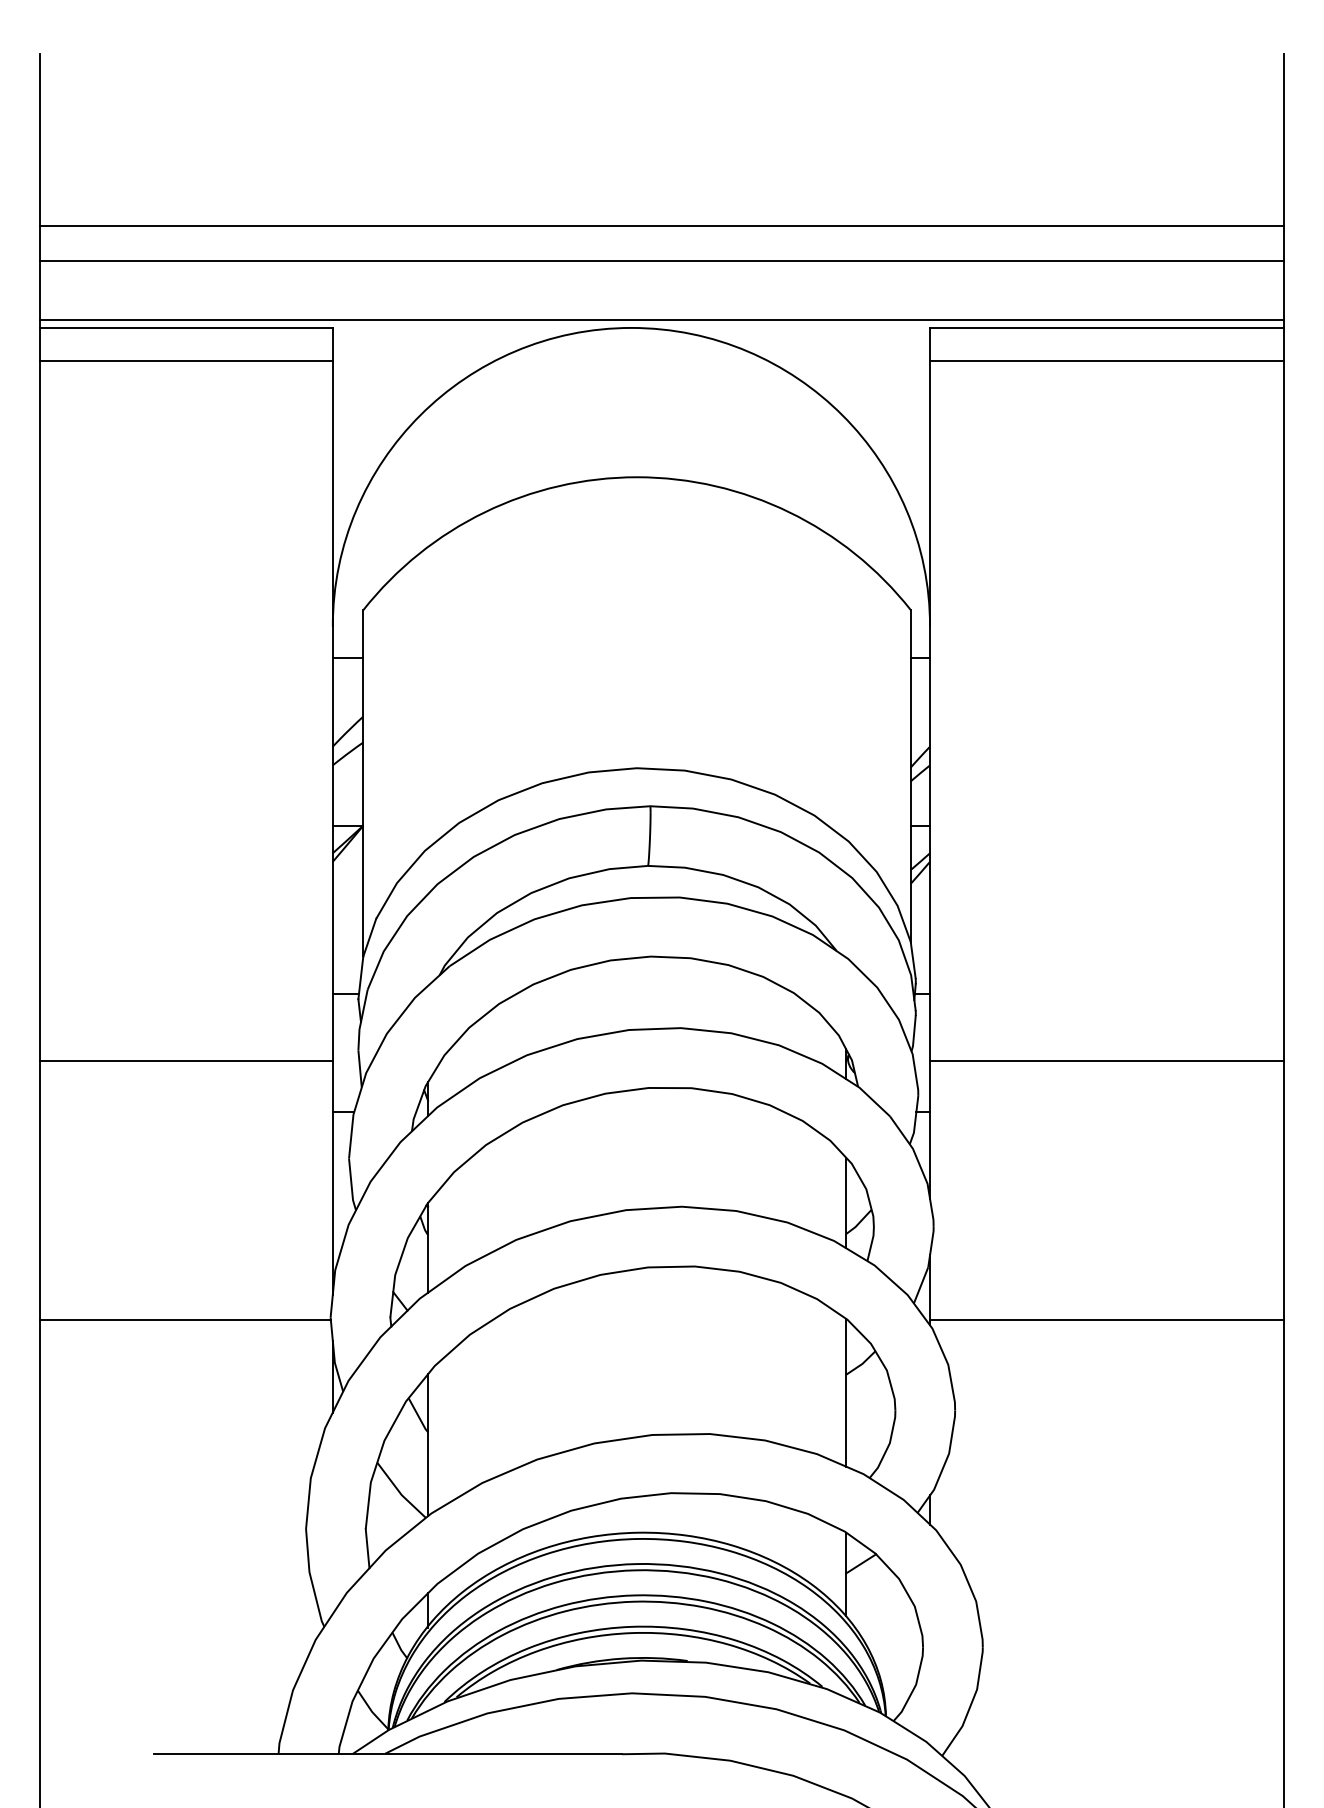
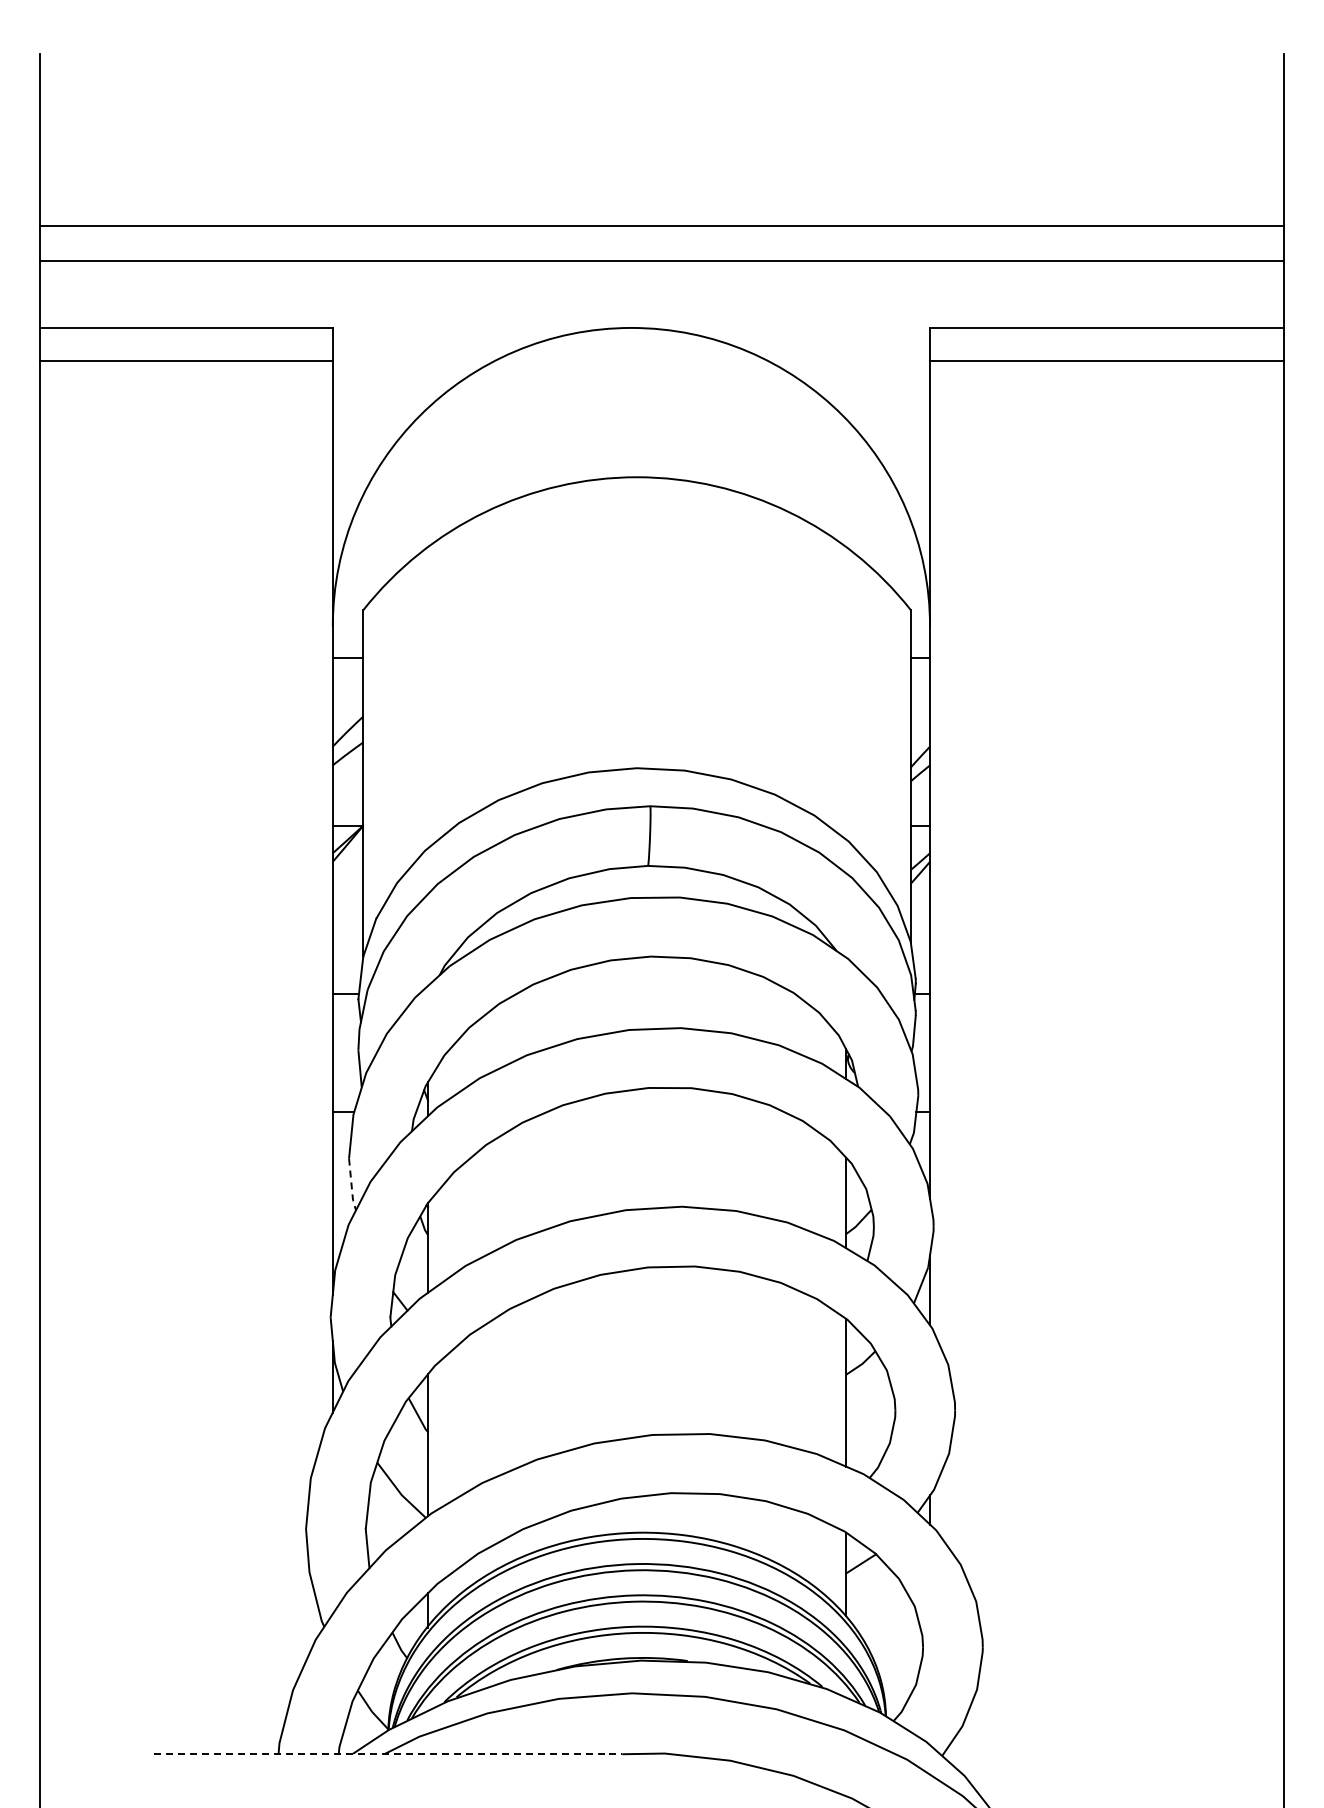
line at (661, 320): present -> none
line at (185, 1061): present -> none
line at (1107, 1061): present -> none
line at (351, 1185): solid -> dashed
line at (184, 1320): present -> none
line at (1107, 1320): present -> none
line at (388, 1753): solid -> dashed
